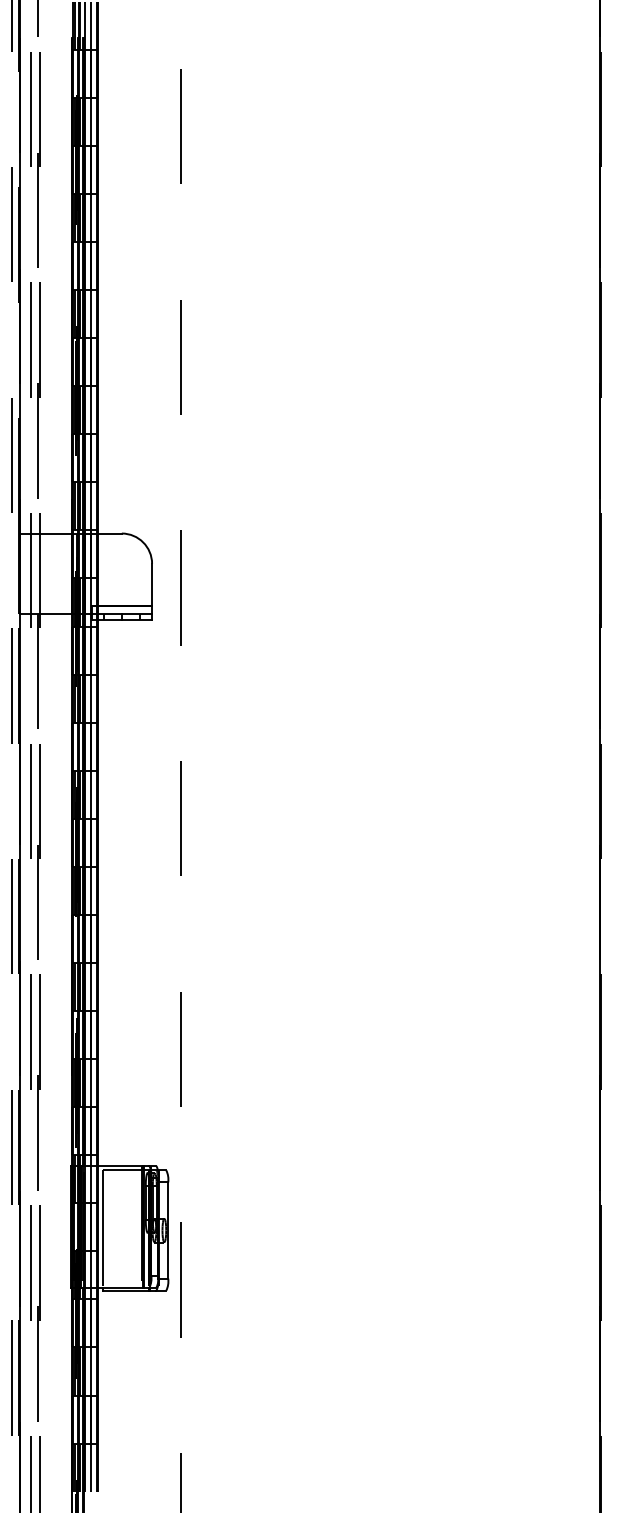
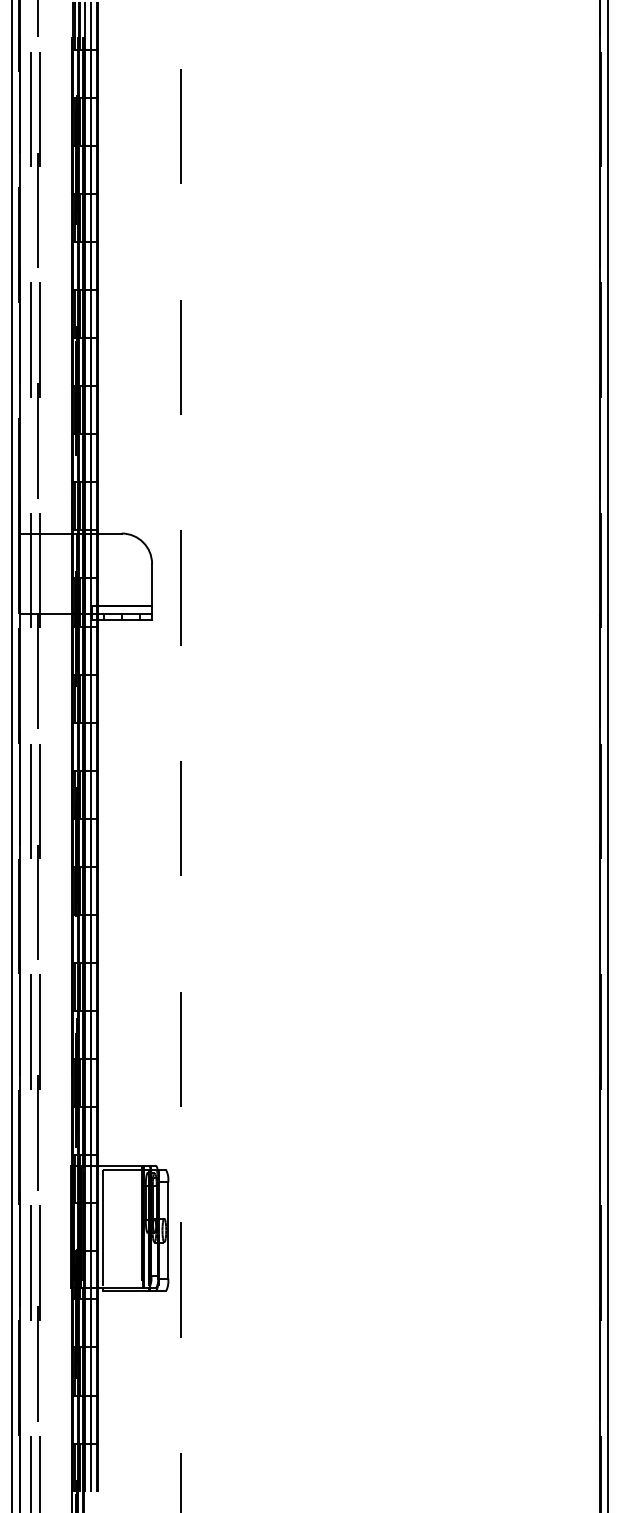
line at (608, 755): none -> present
line at (11, 756): dashed -> solid
